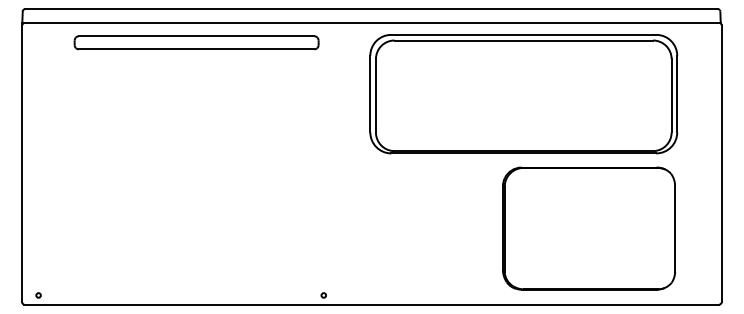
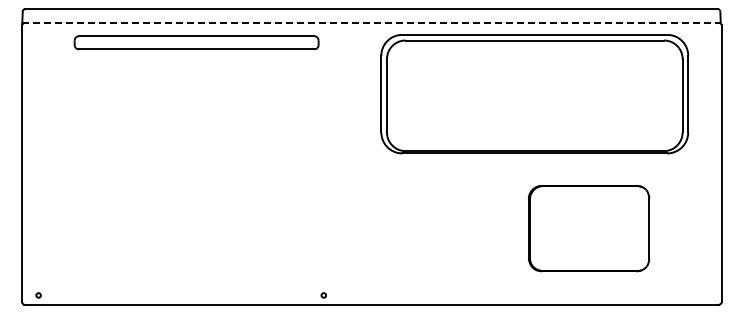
line at (372, 23): solid -> dashed
part at (523, 94) position: (523, 94) -> (534, 94)
part at (588, 228) size: 174x125 px -> 123x88 px
